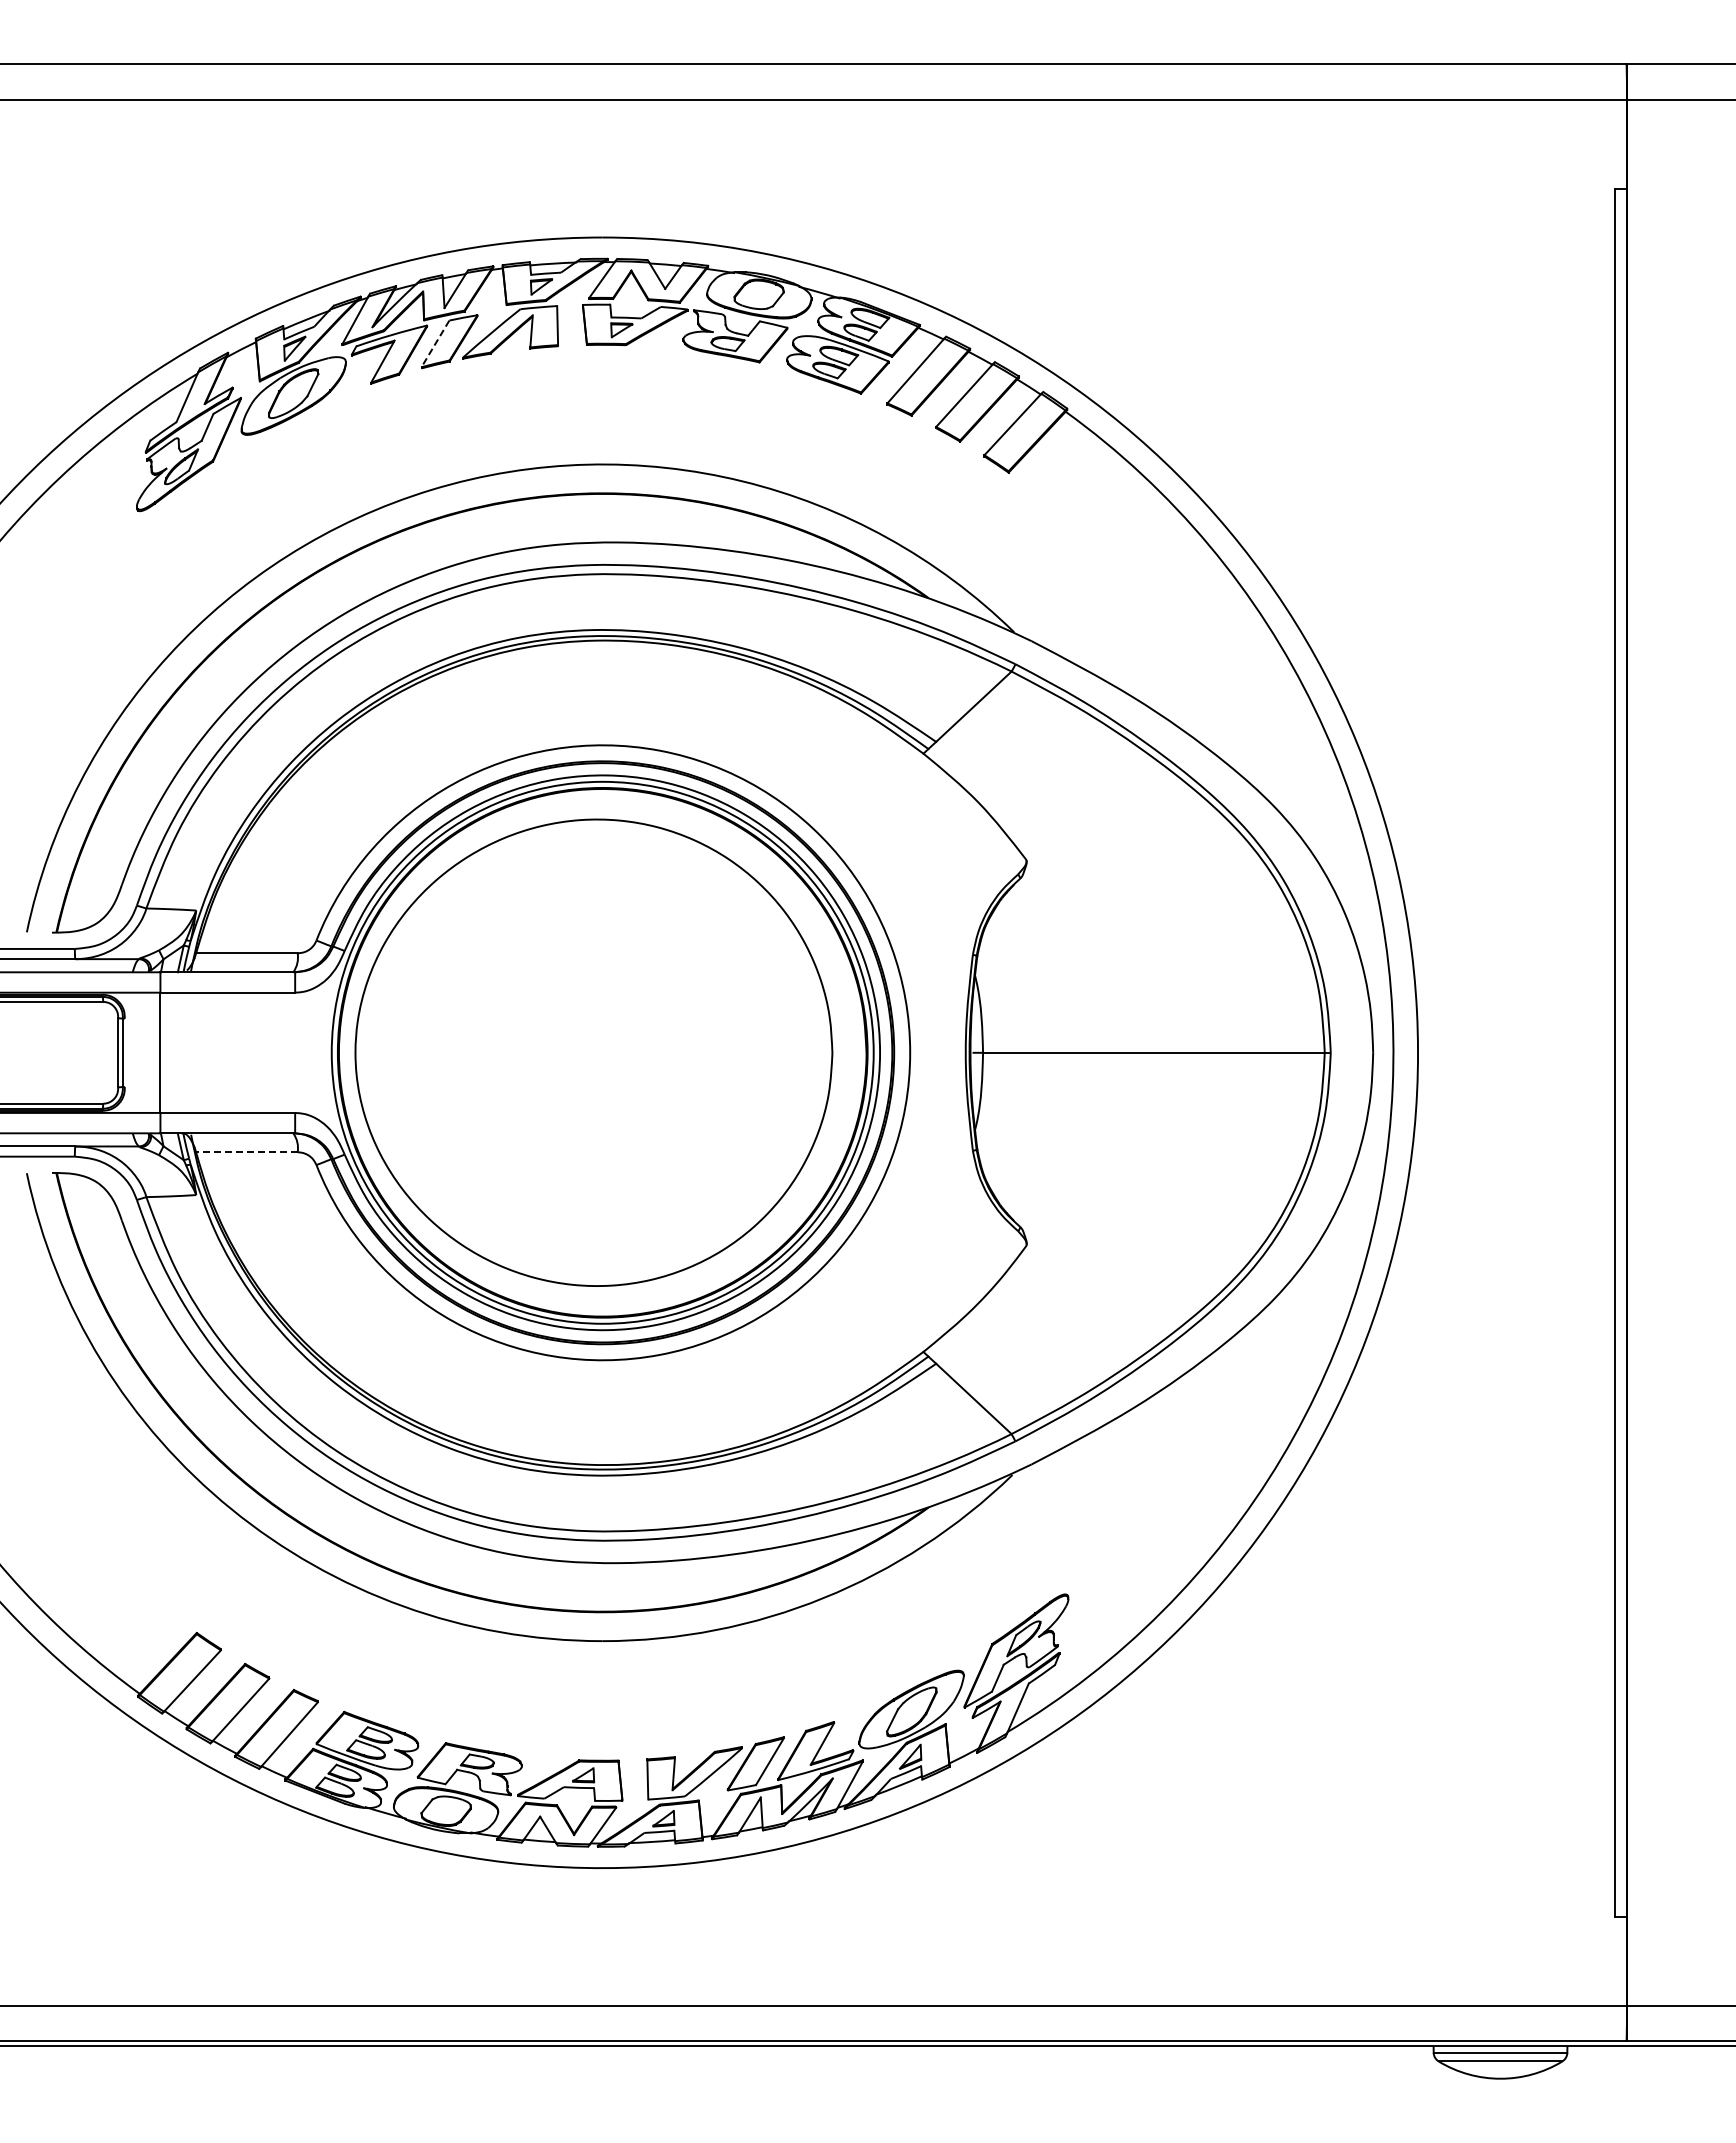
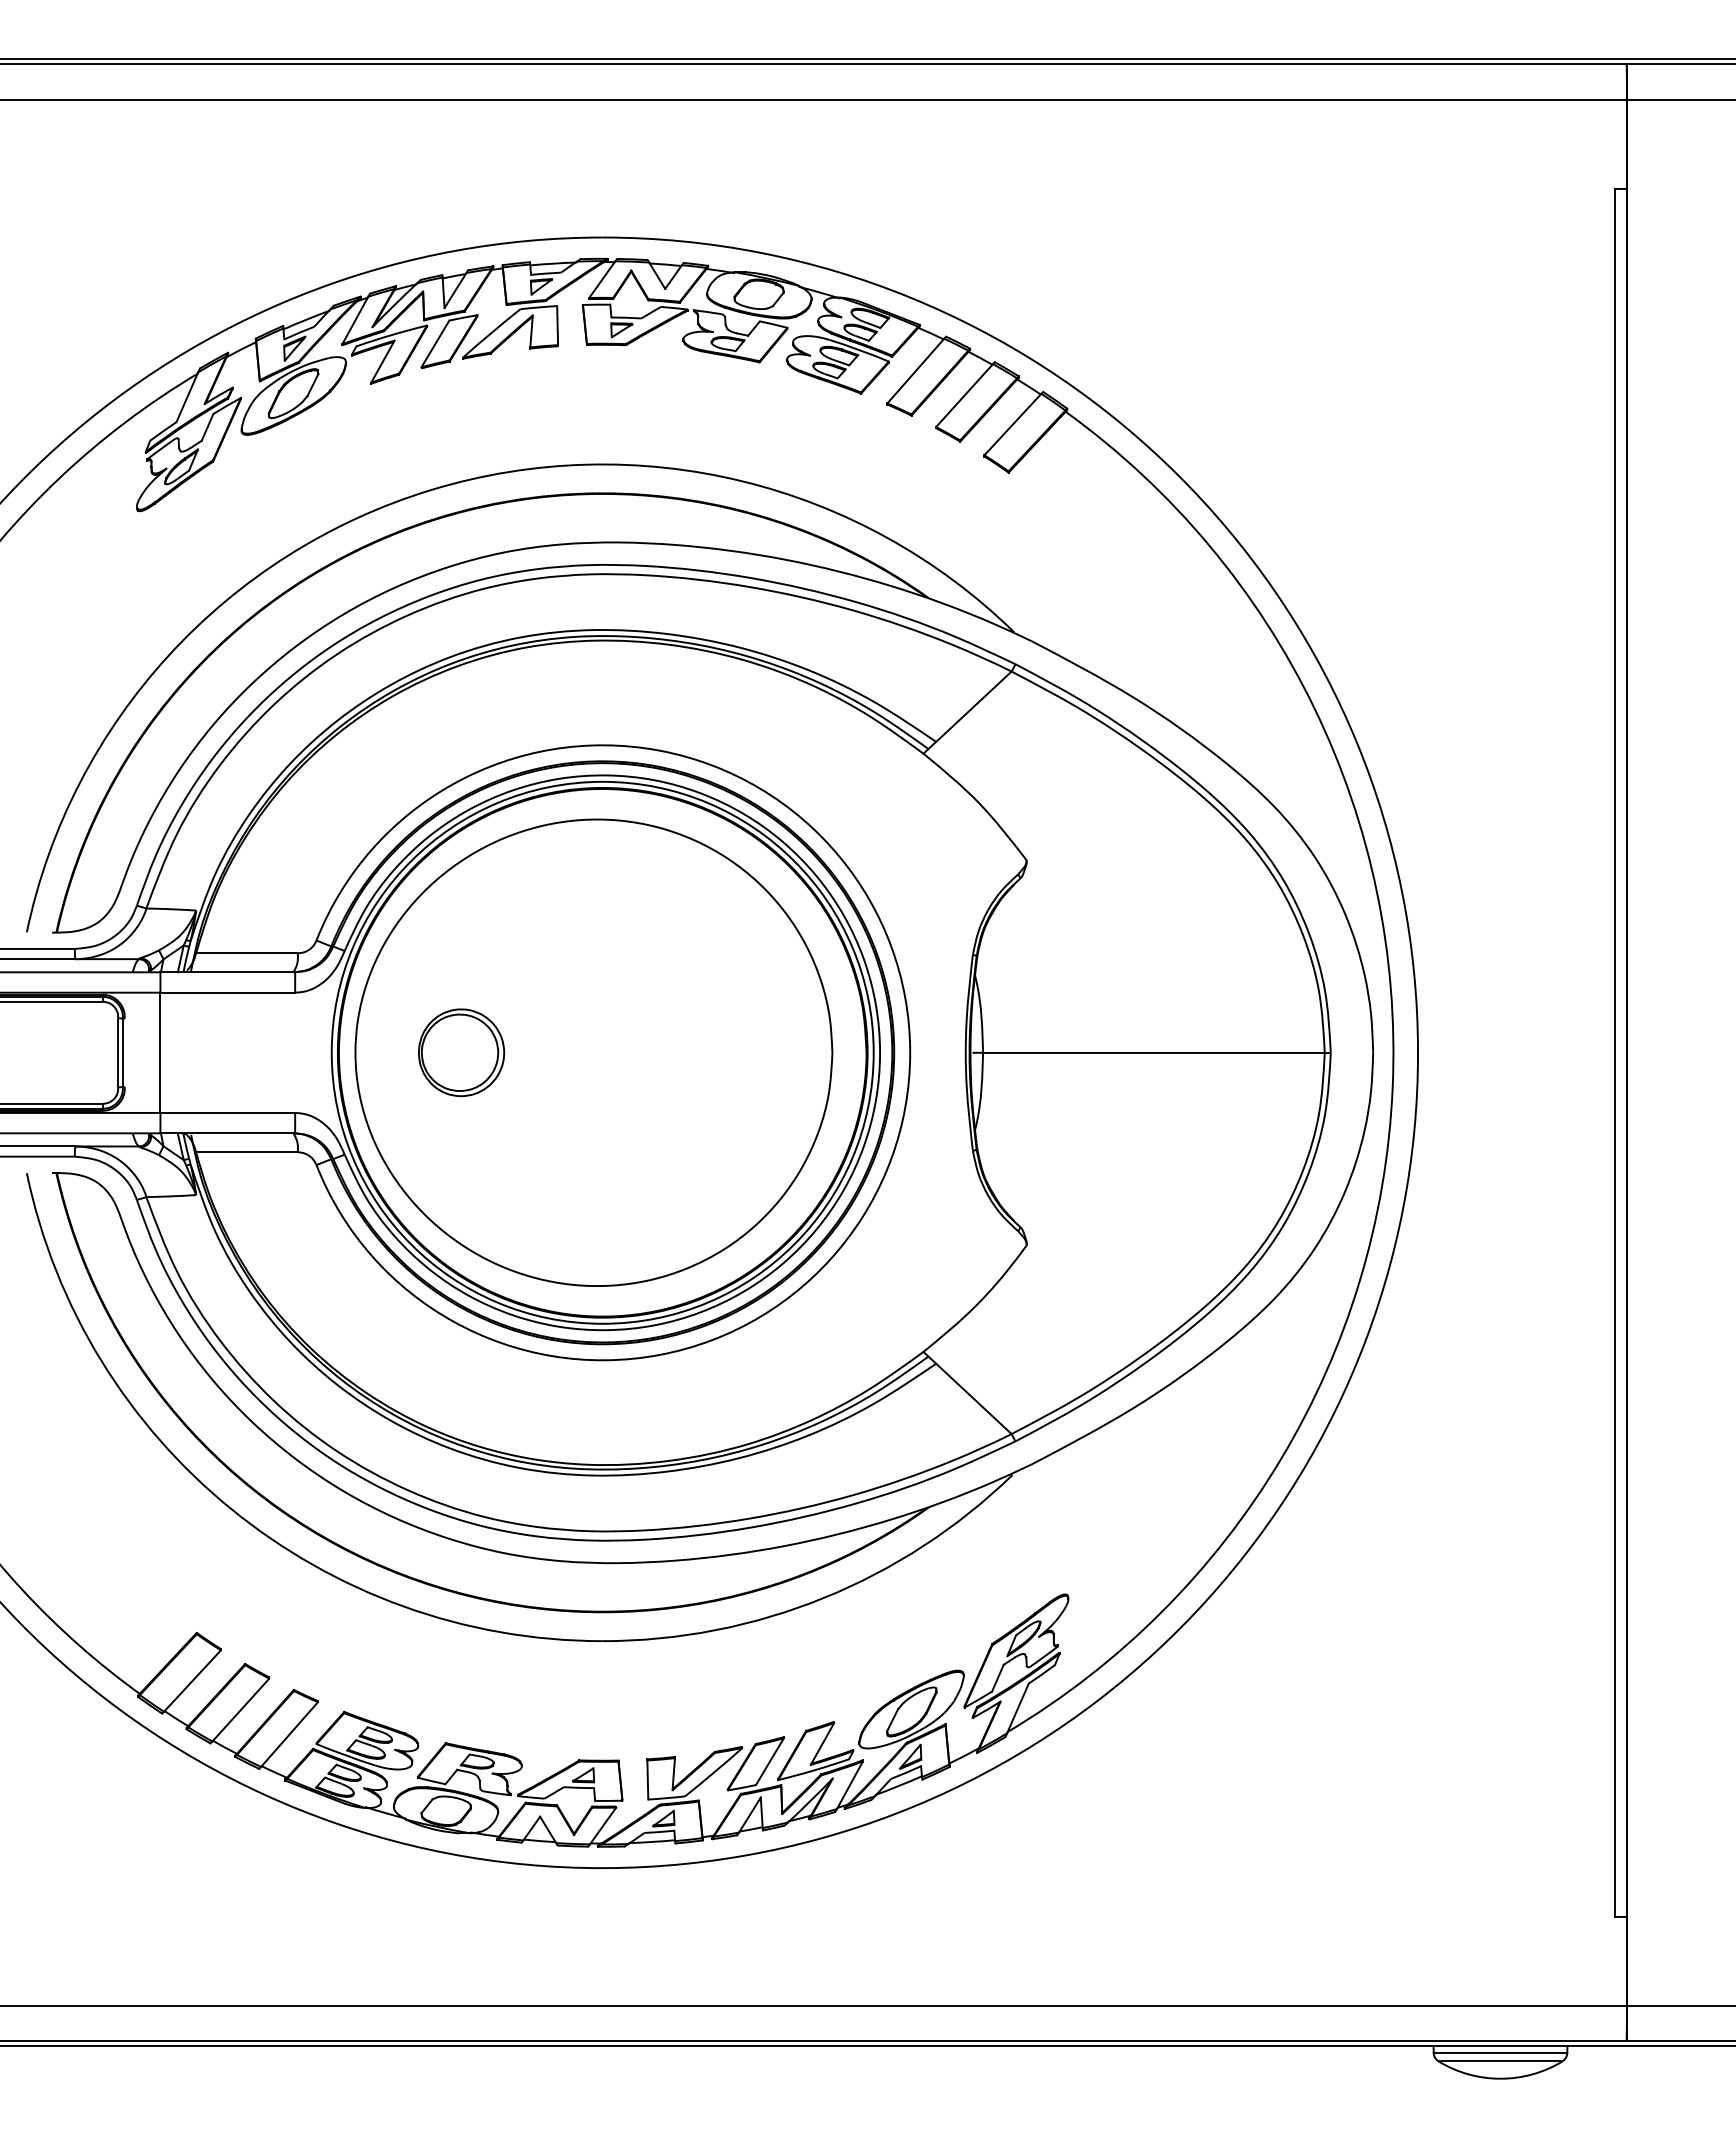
line at (867, 59): none -> present
line at (435, 344): dashed -> solid
part at (461, 1052): none -> present
line at (246, 1152): dashed -> solid
